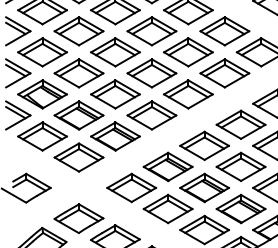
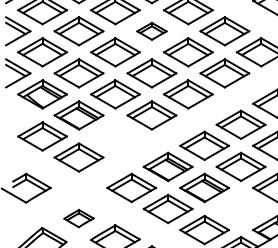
part at (151, 31) size: 52x31 px -> 32x20 px
part at (18, 115): present -> none
part at (115, 136): present -> none
part at (240, 208): present -> none
part at (78, 218) size: 52x31 px -> 32x20 px
